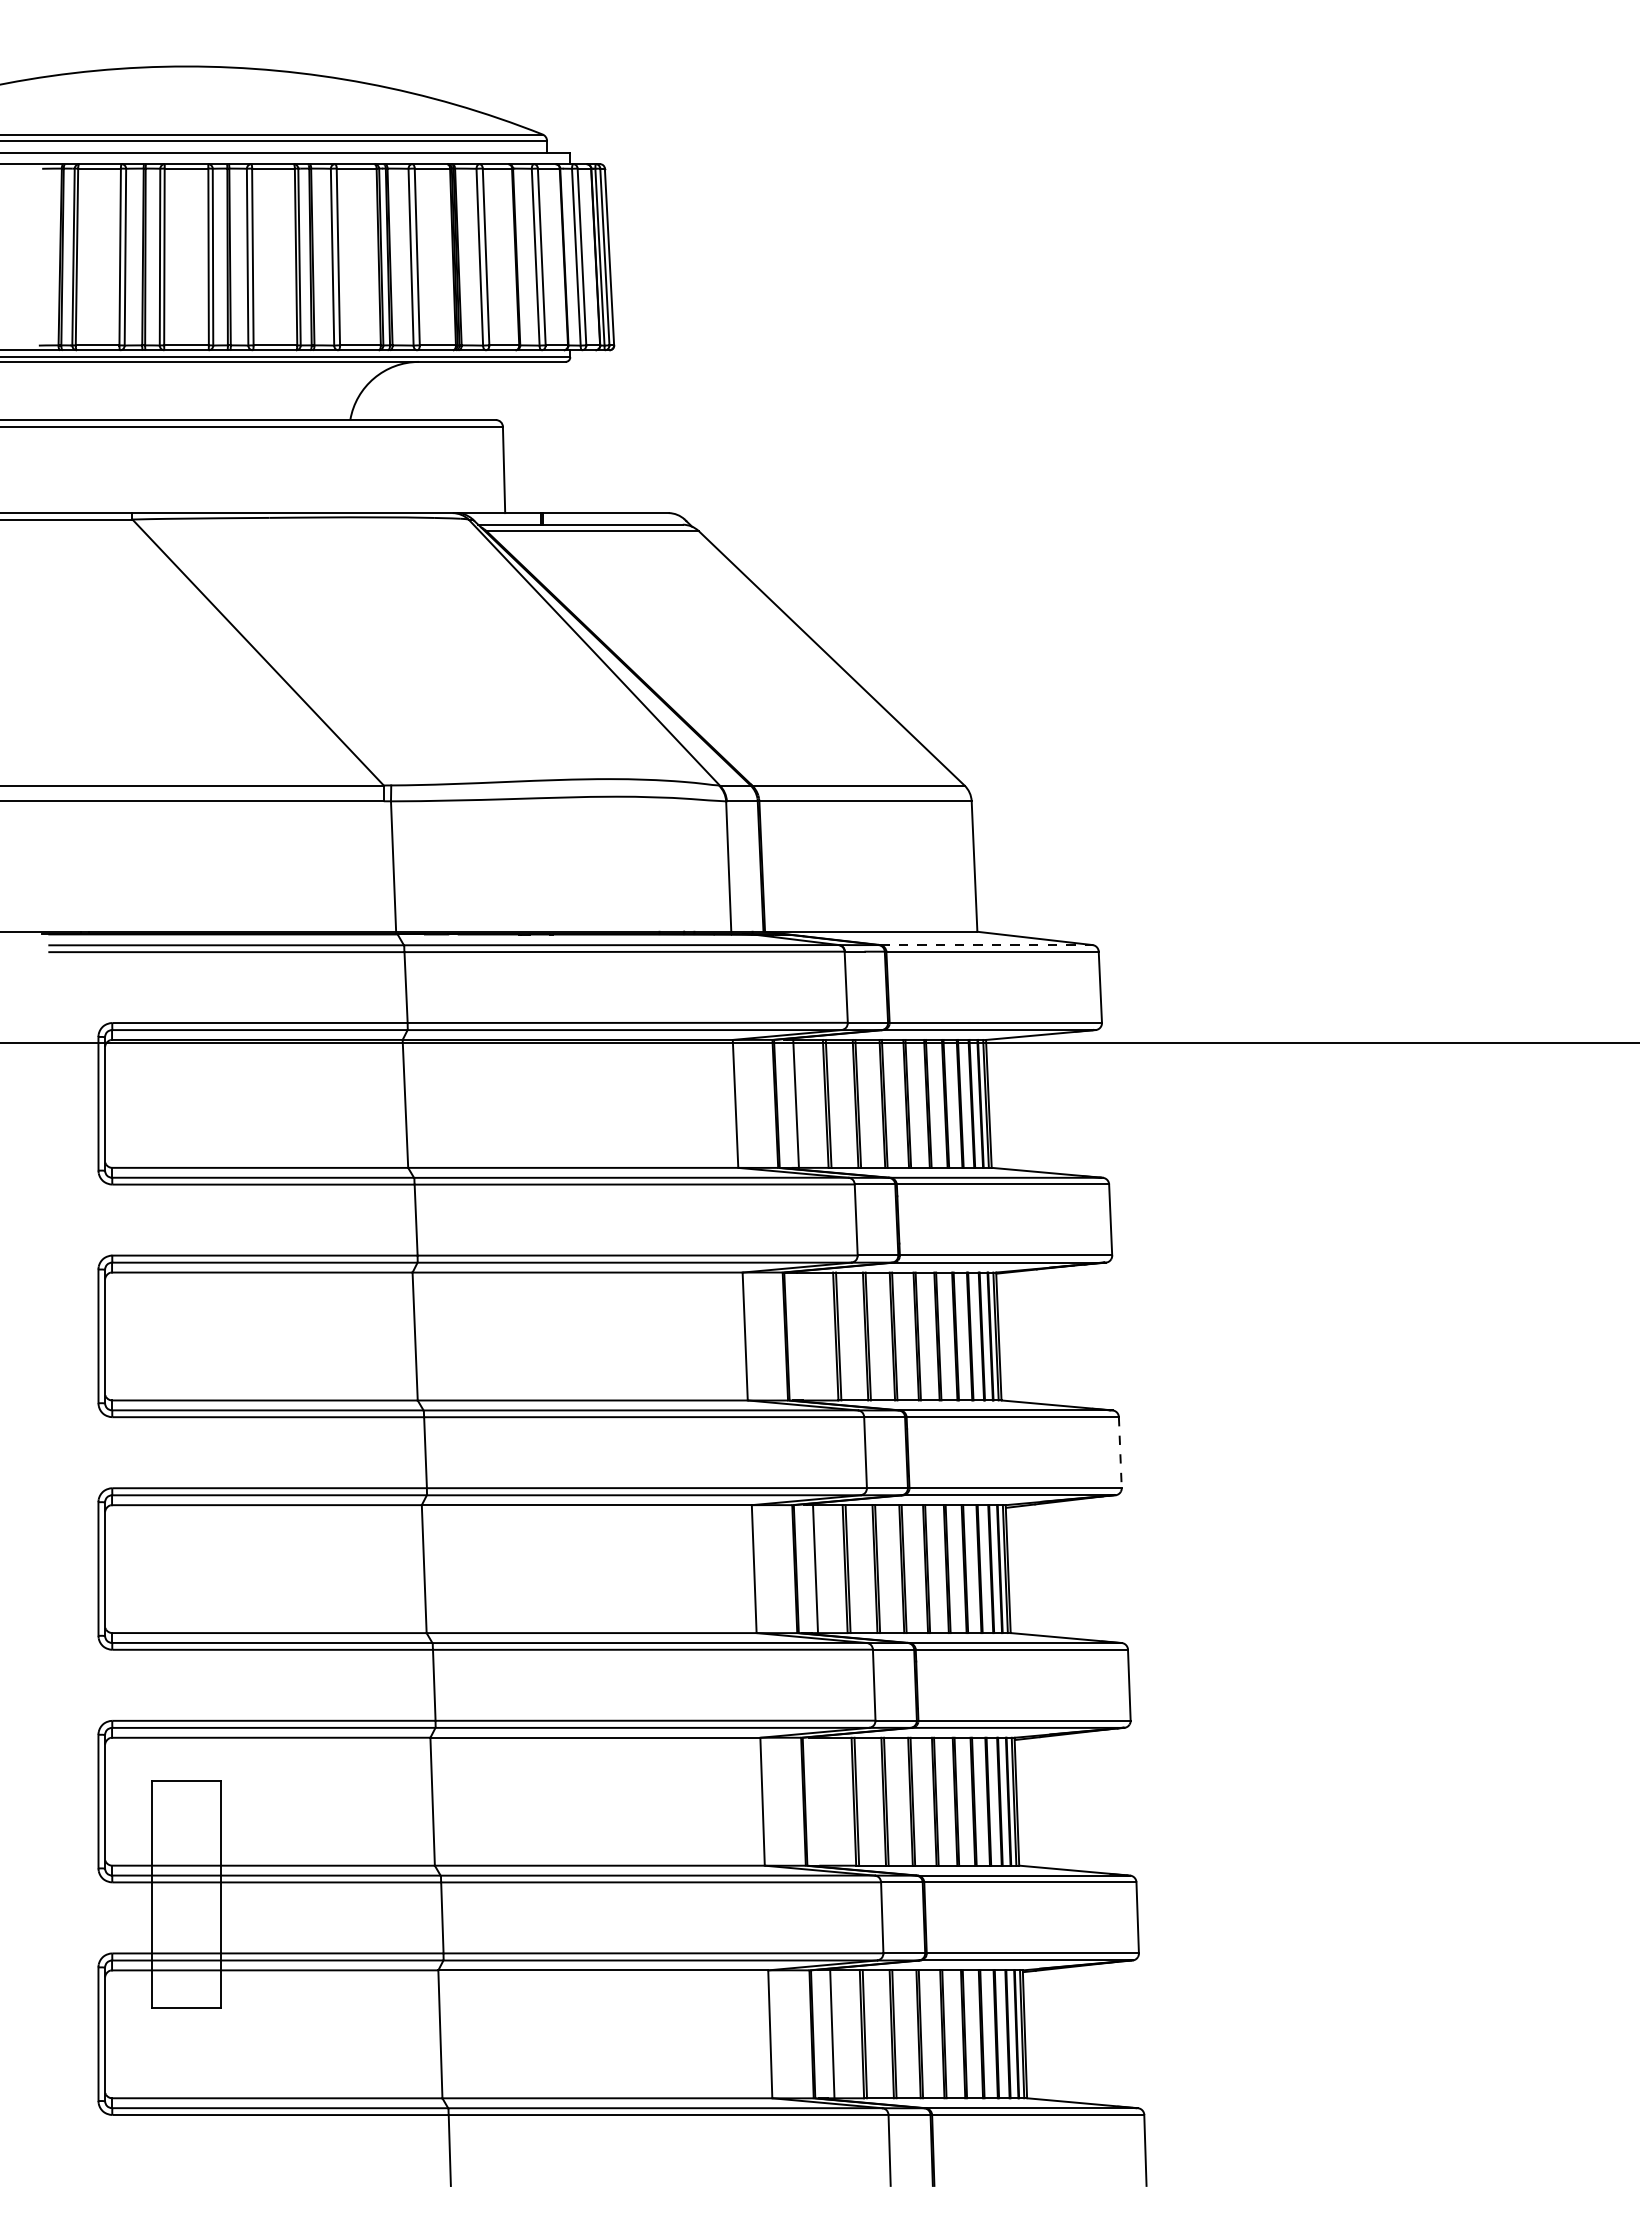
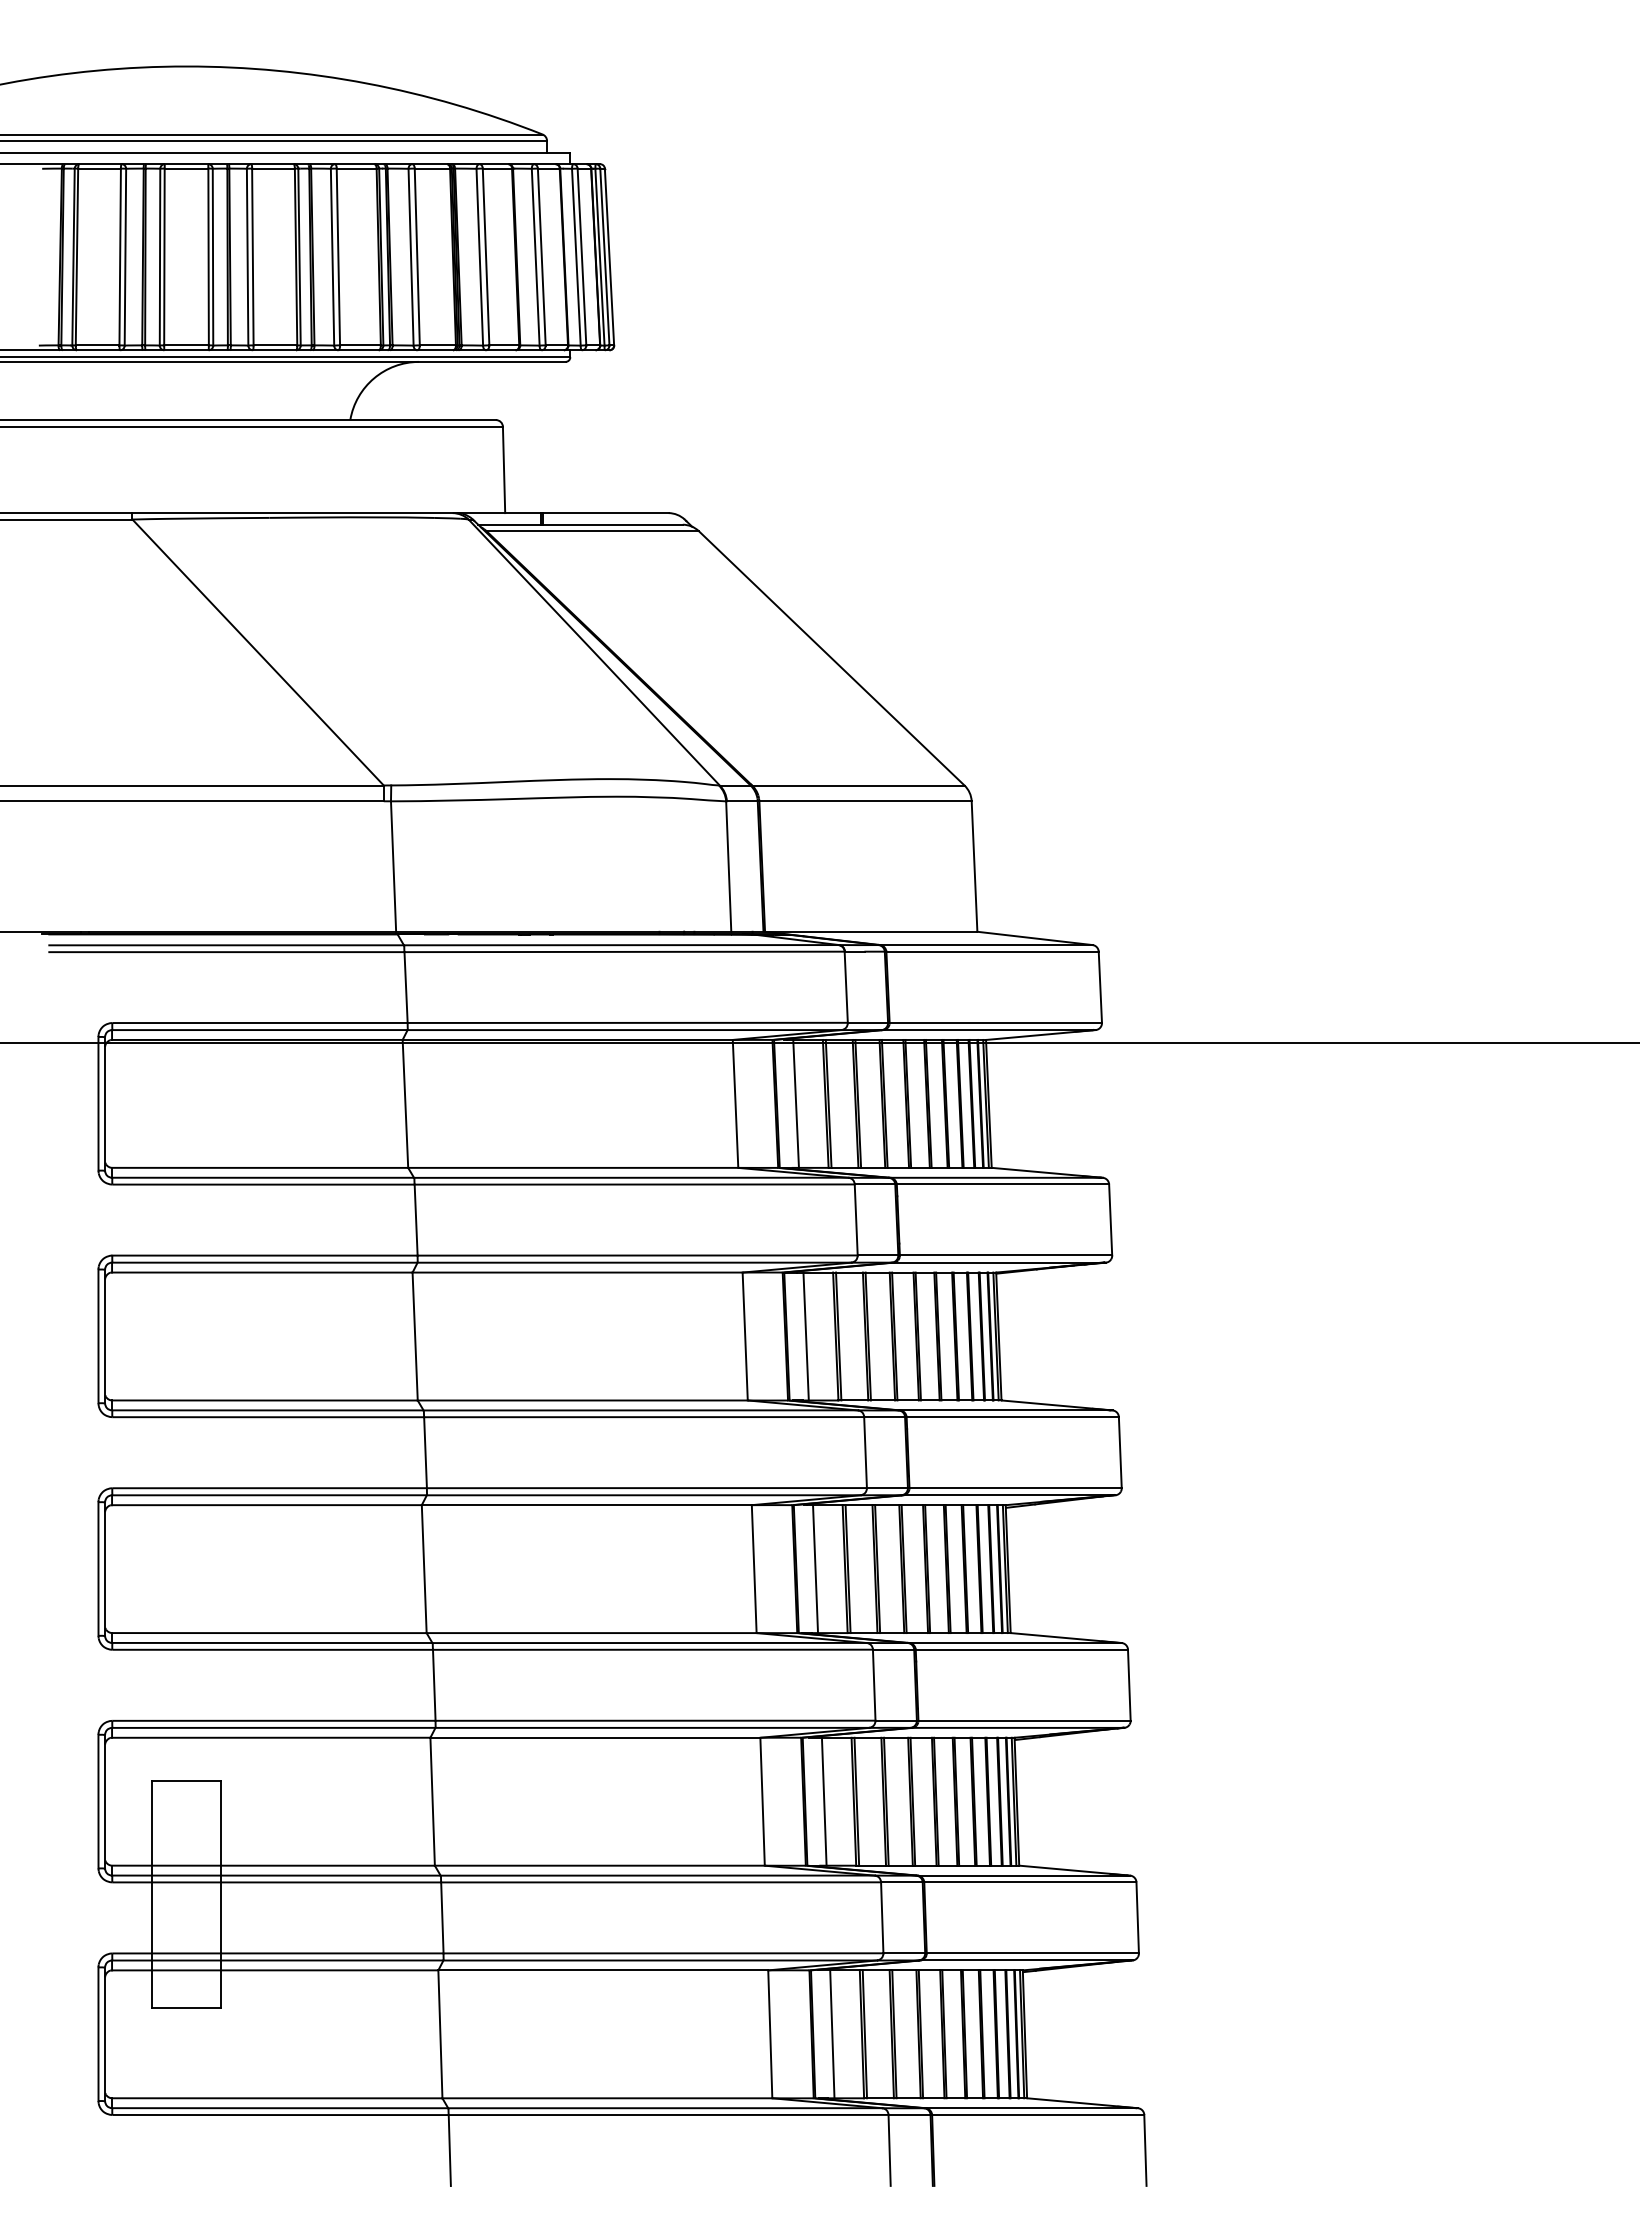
line at (986, 945): dashed -> solid
line at (805, 1336): none -> present
line at (1120, 1452): dashed -> solid
line at (823, 1801): none -> present
